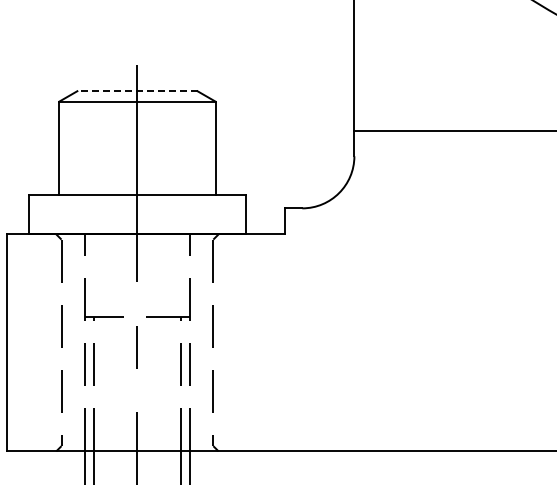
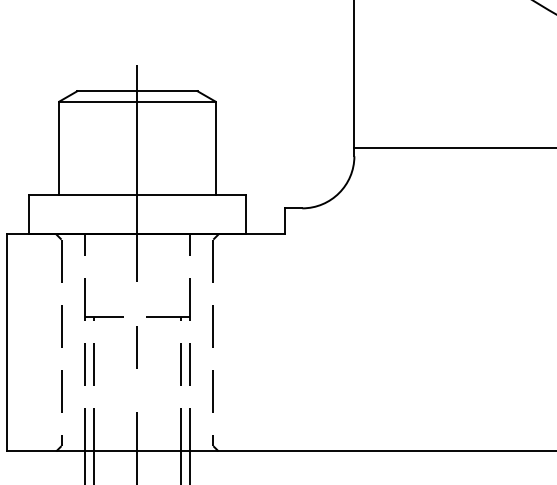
line at (136, 91): dashed -> solid
line at (453, 130) position: (453, 130) -> (453, 147)
